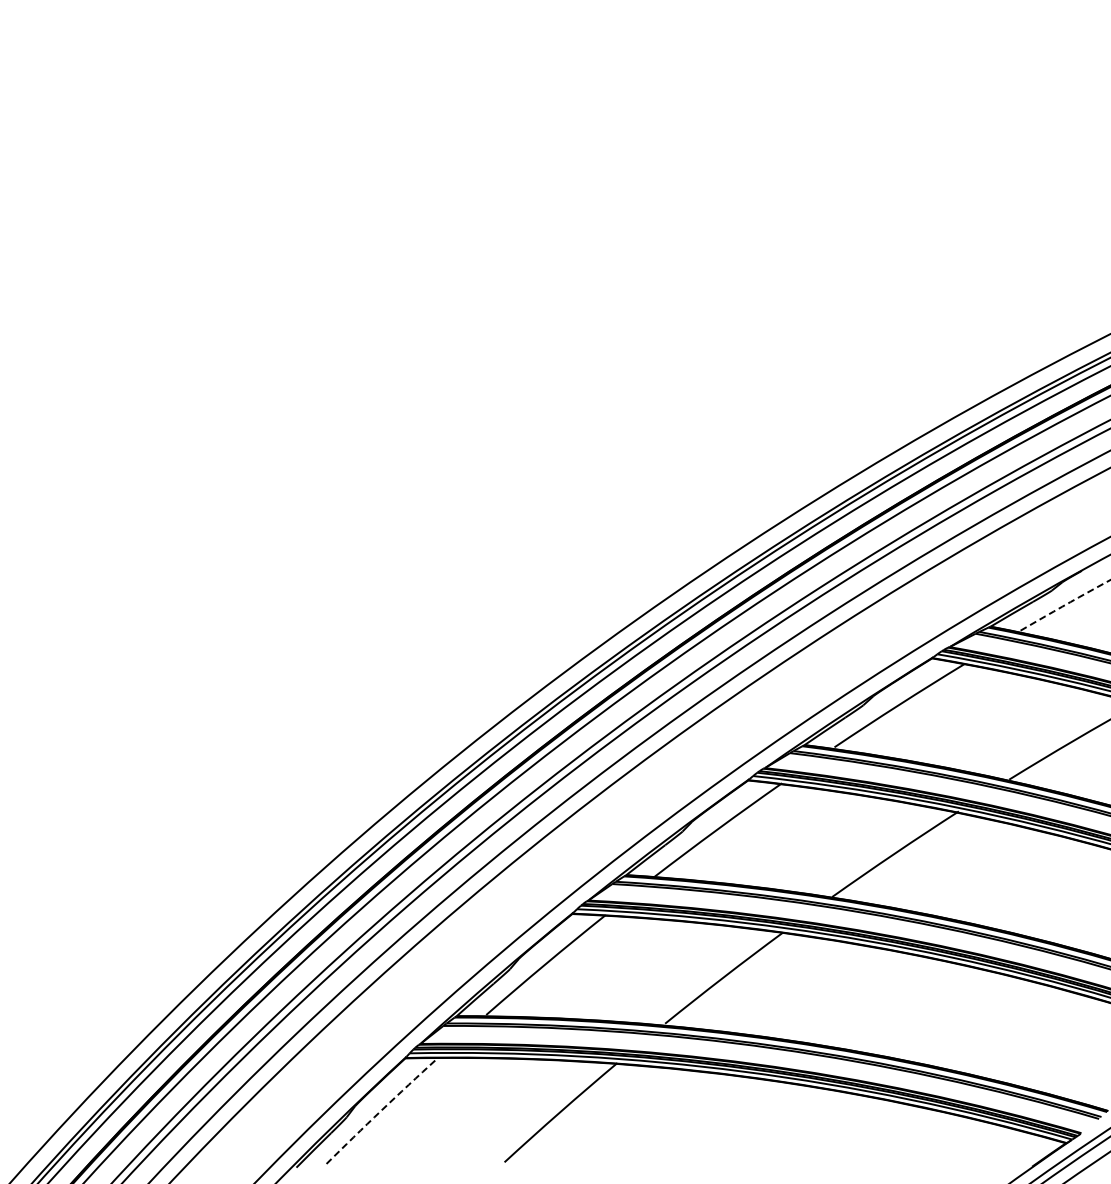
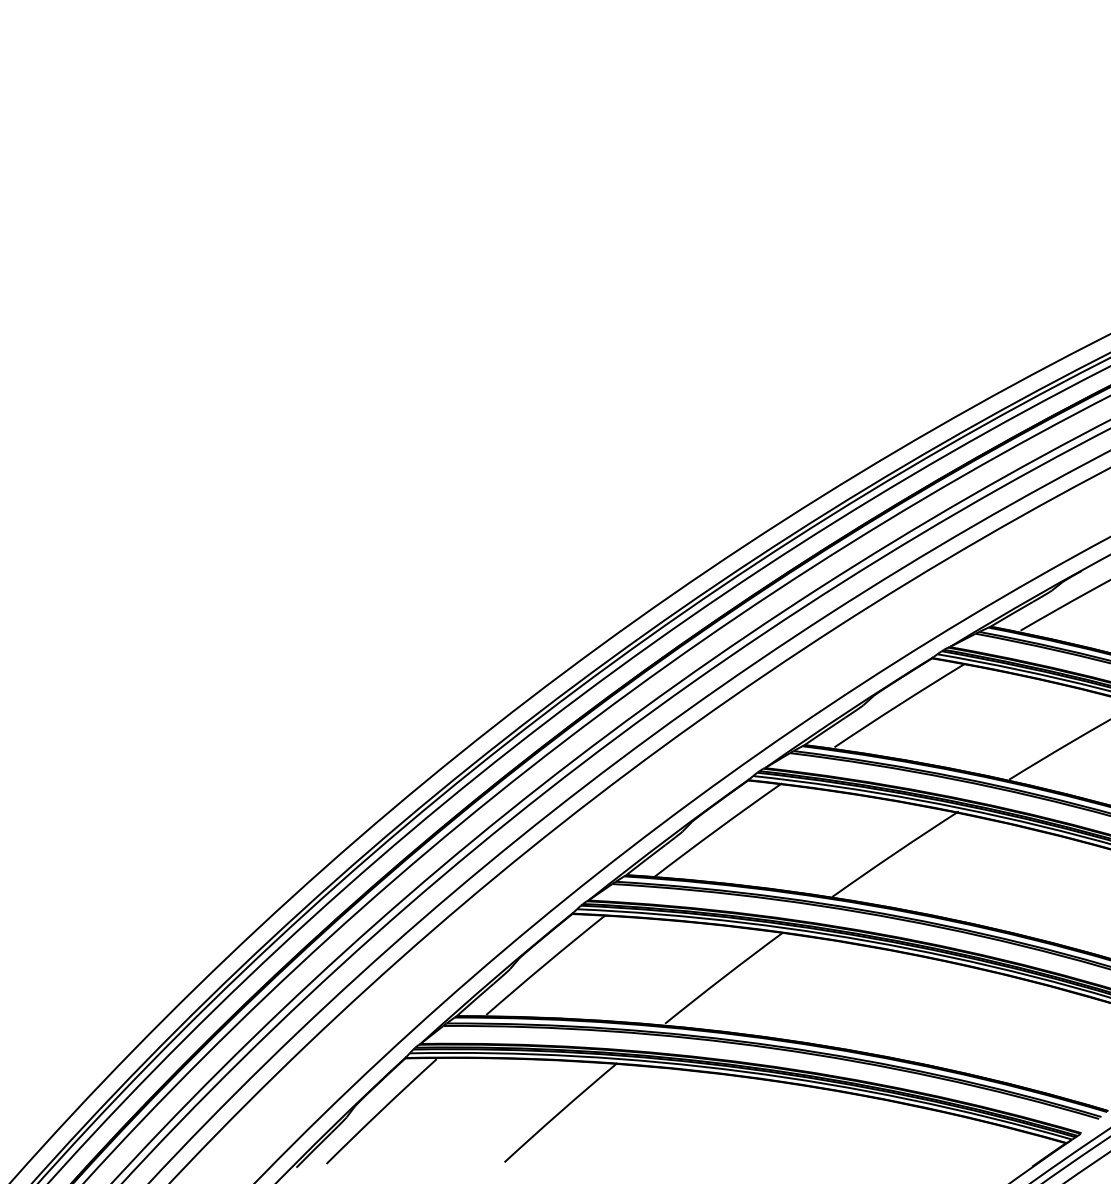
arc at (1065, 604): dashed -> solid
arc at (381, 1110): dashed -> solid
